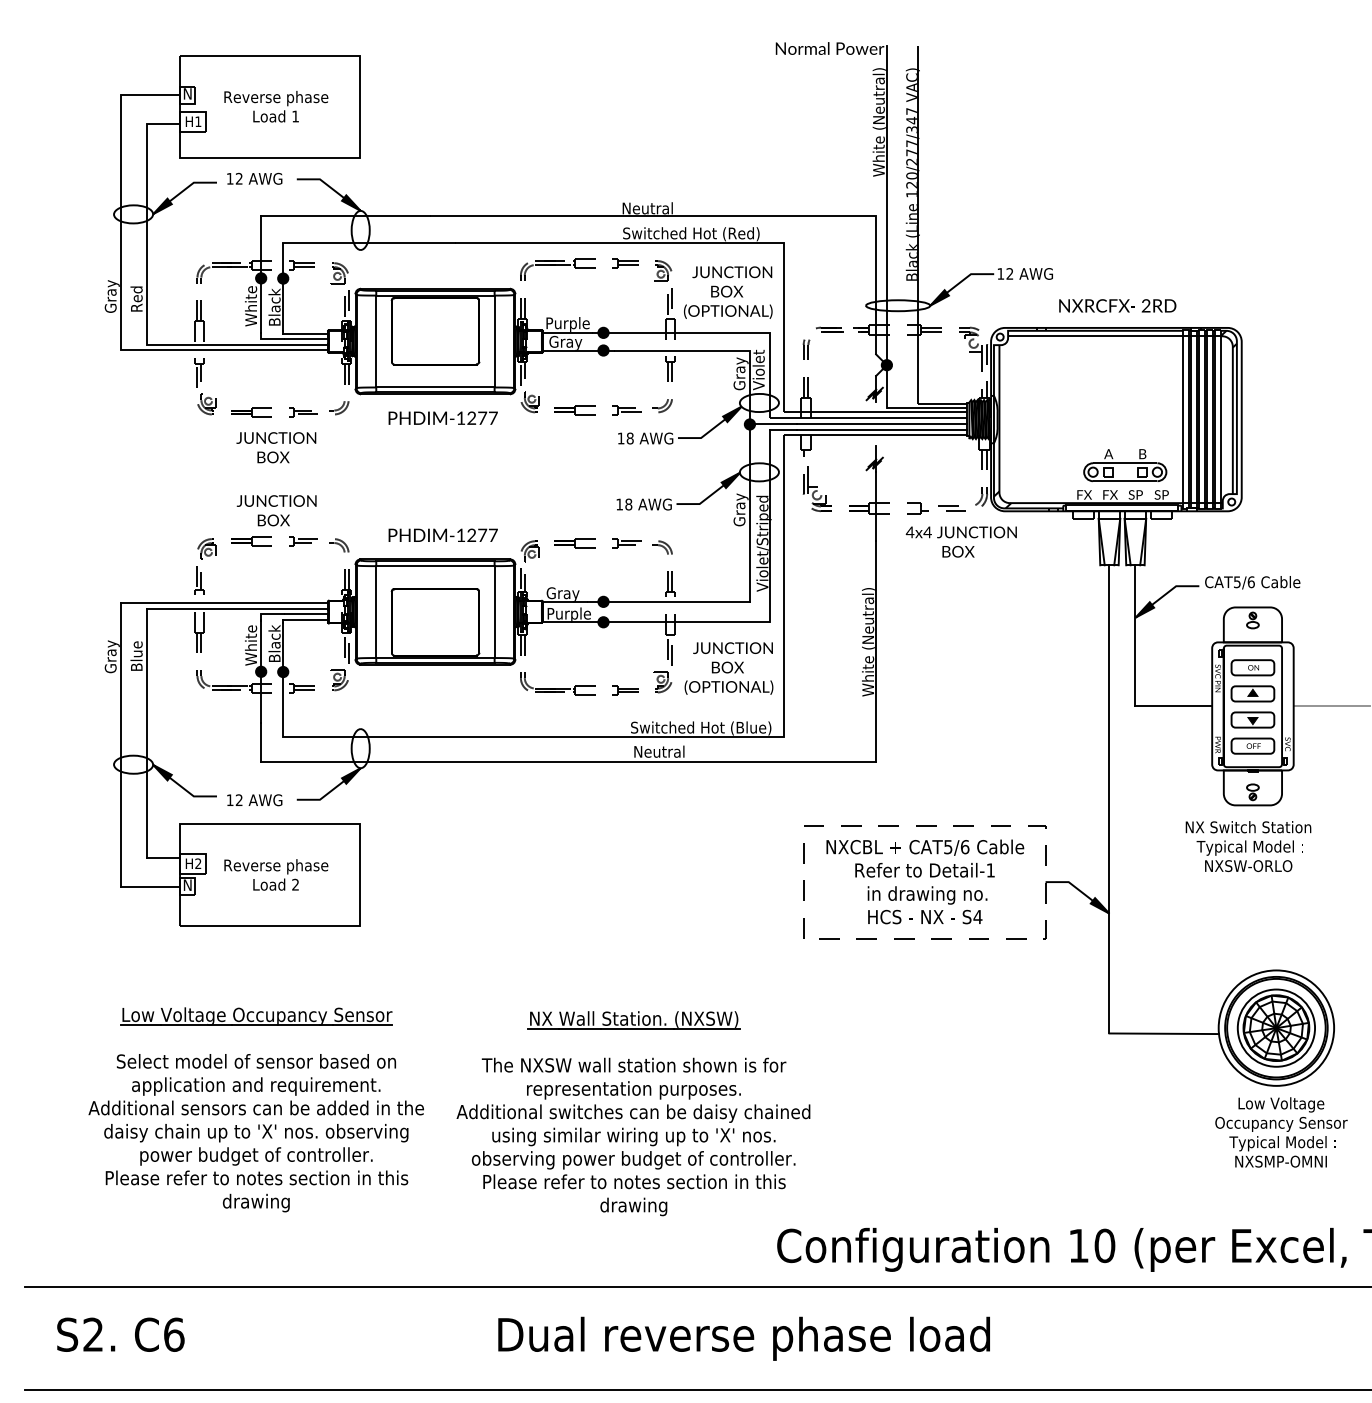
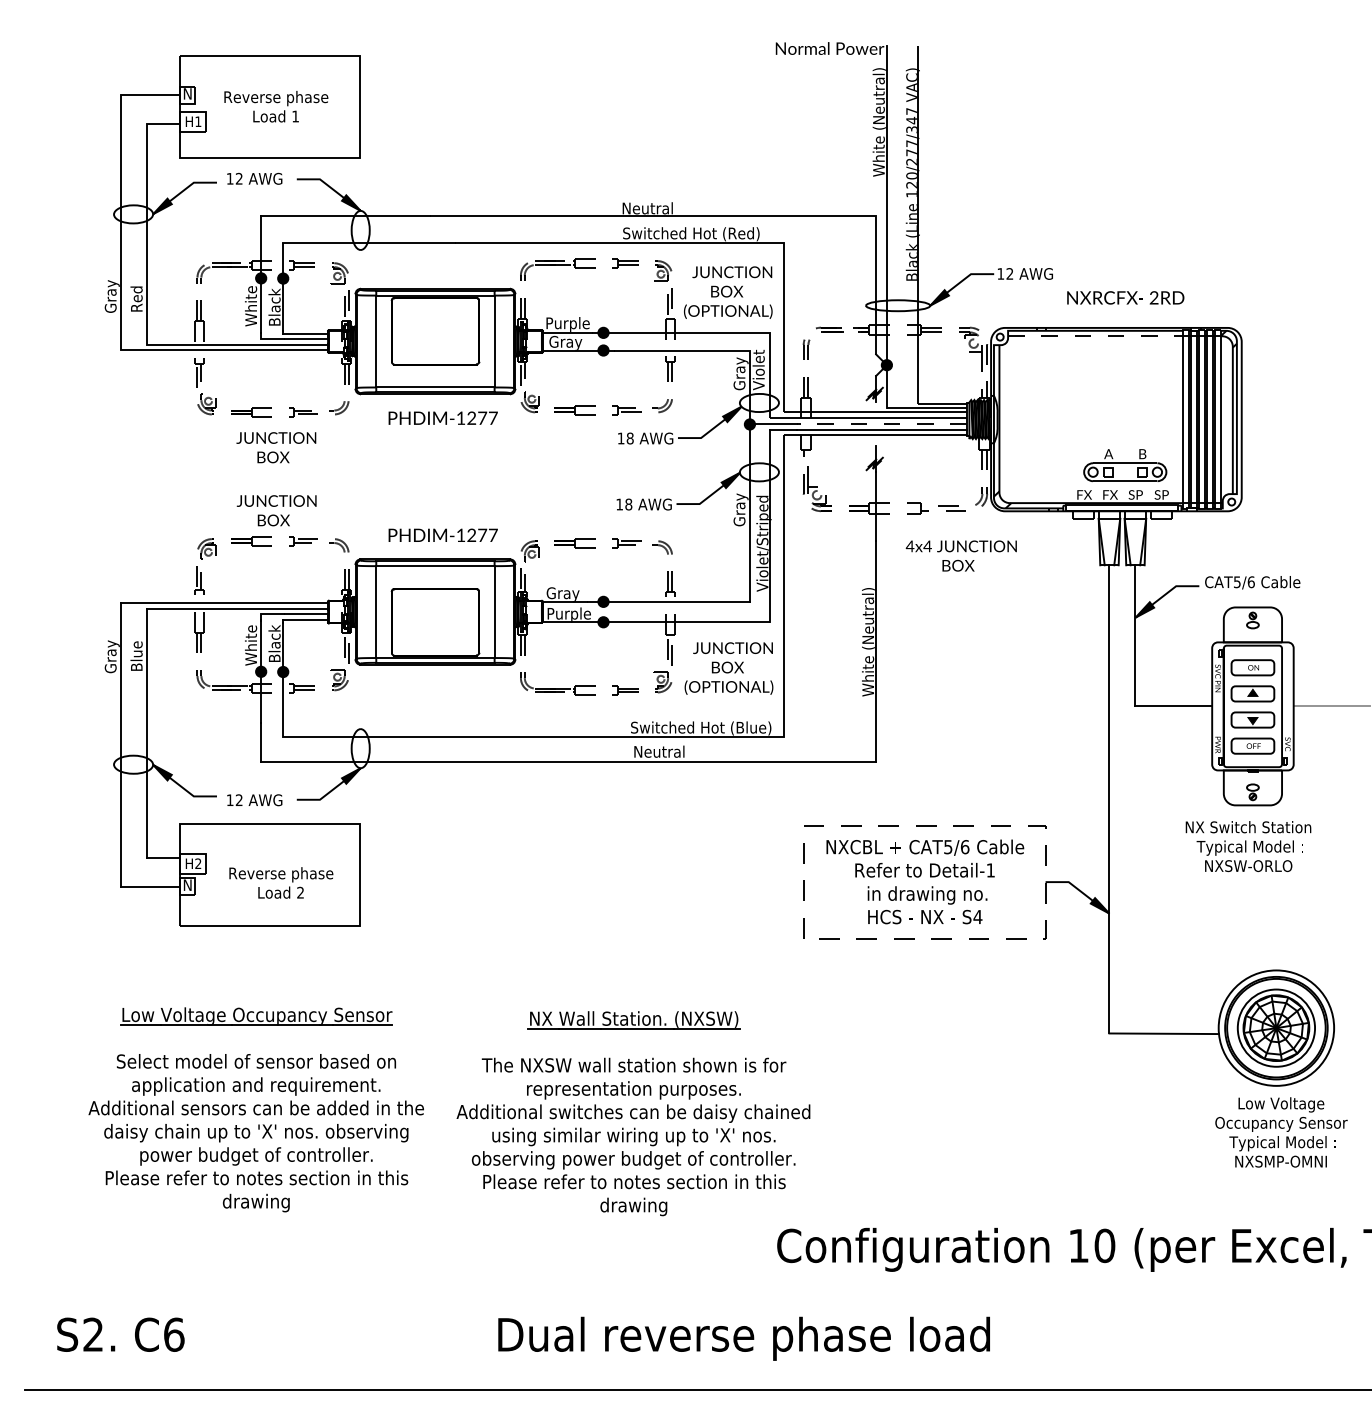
text at (1117, 305) position: (1117, 305) -> (1125, 297)
line at (1095, 336): solid -> dashed
line at (882, 424): solid -> dashed
text at (960, 541) position: (960, 541) -> (960, 555)
text at (276, 874) position: (276, 874) -> (281, 882)
line at (696, 1286): present -> none
